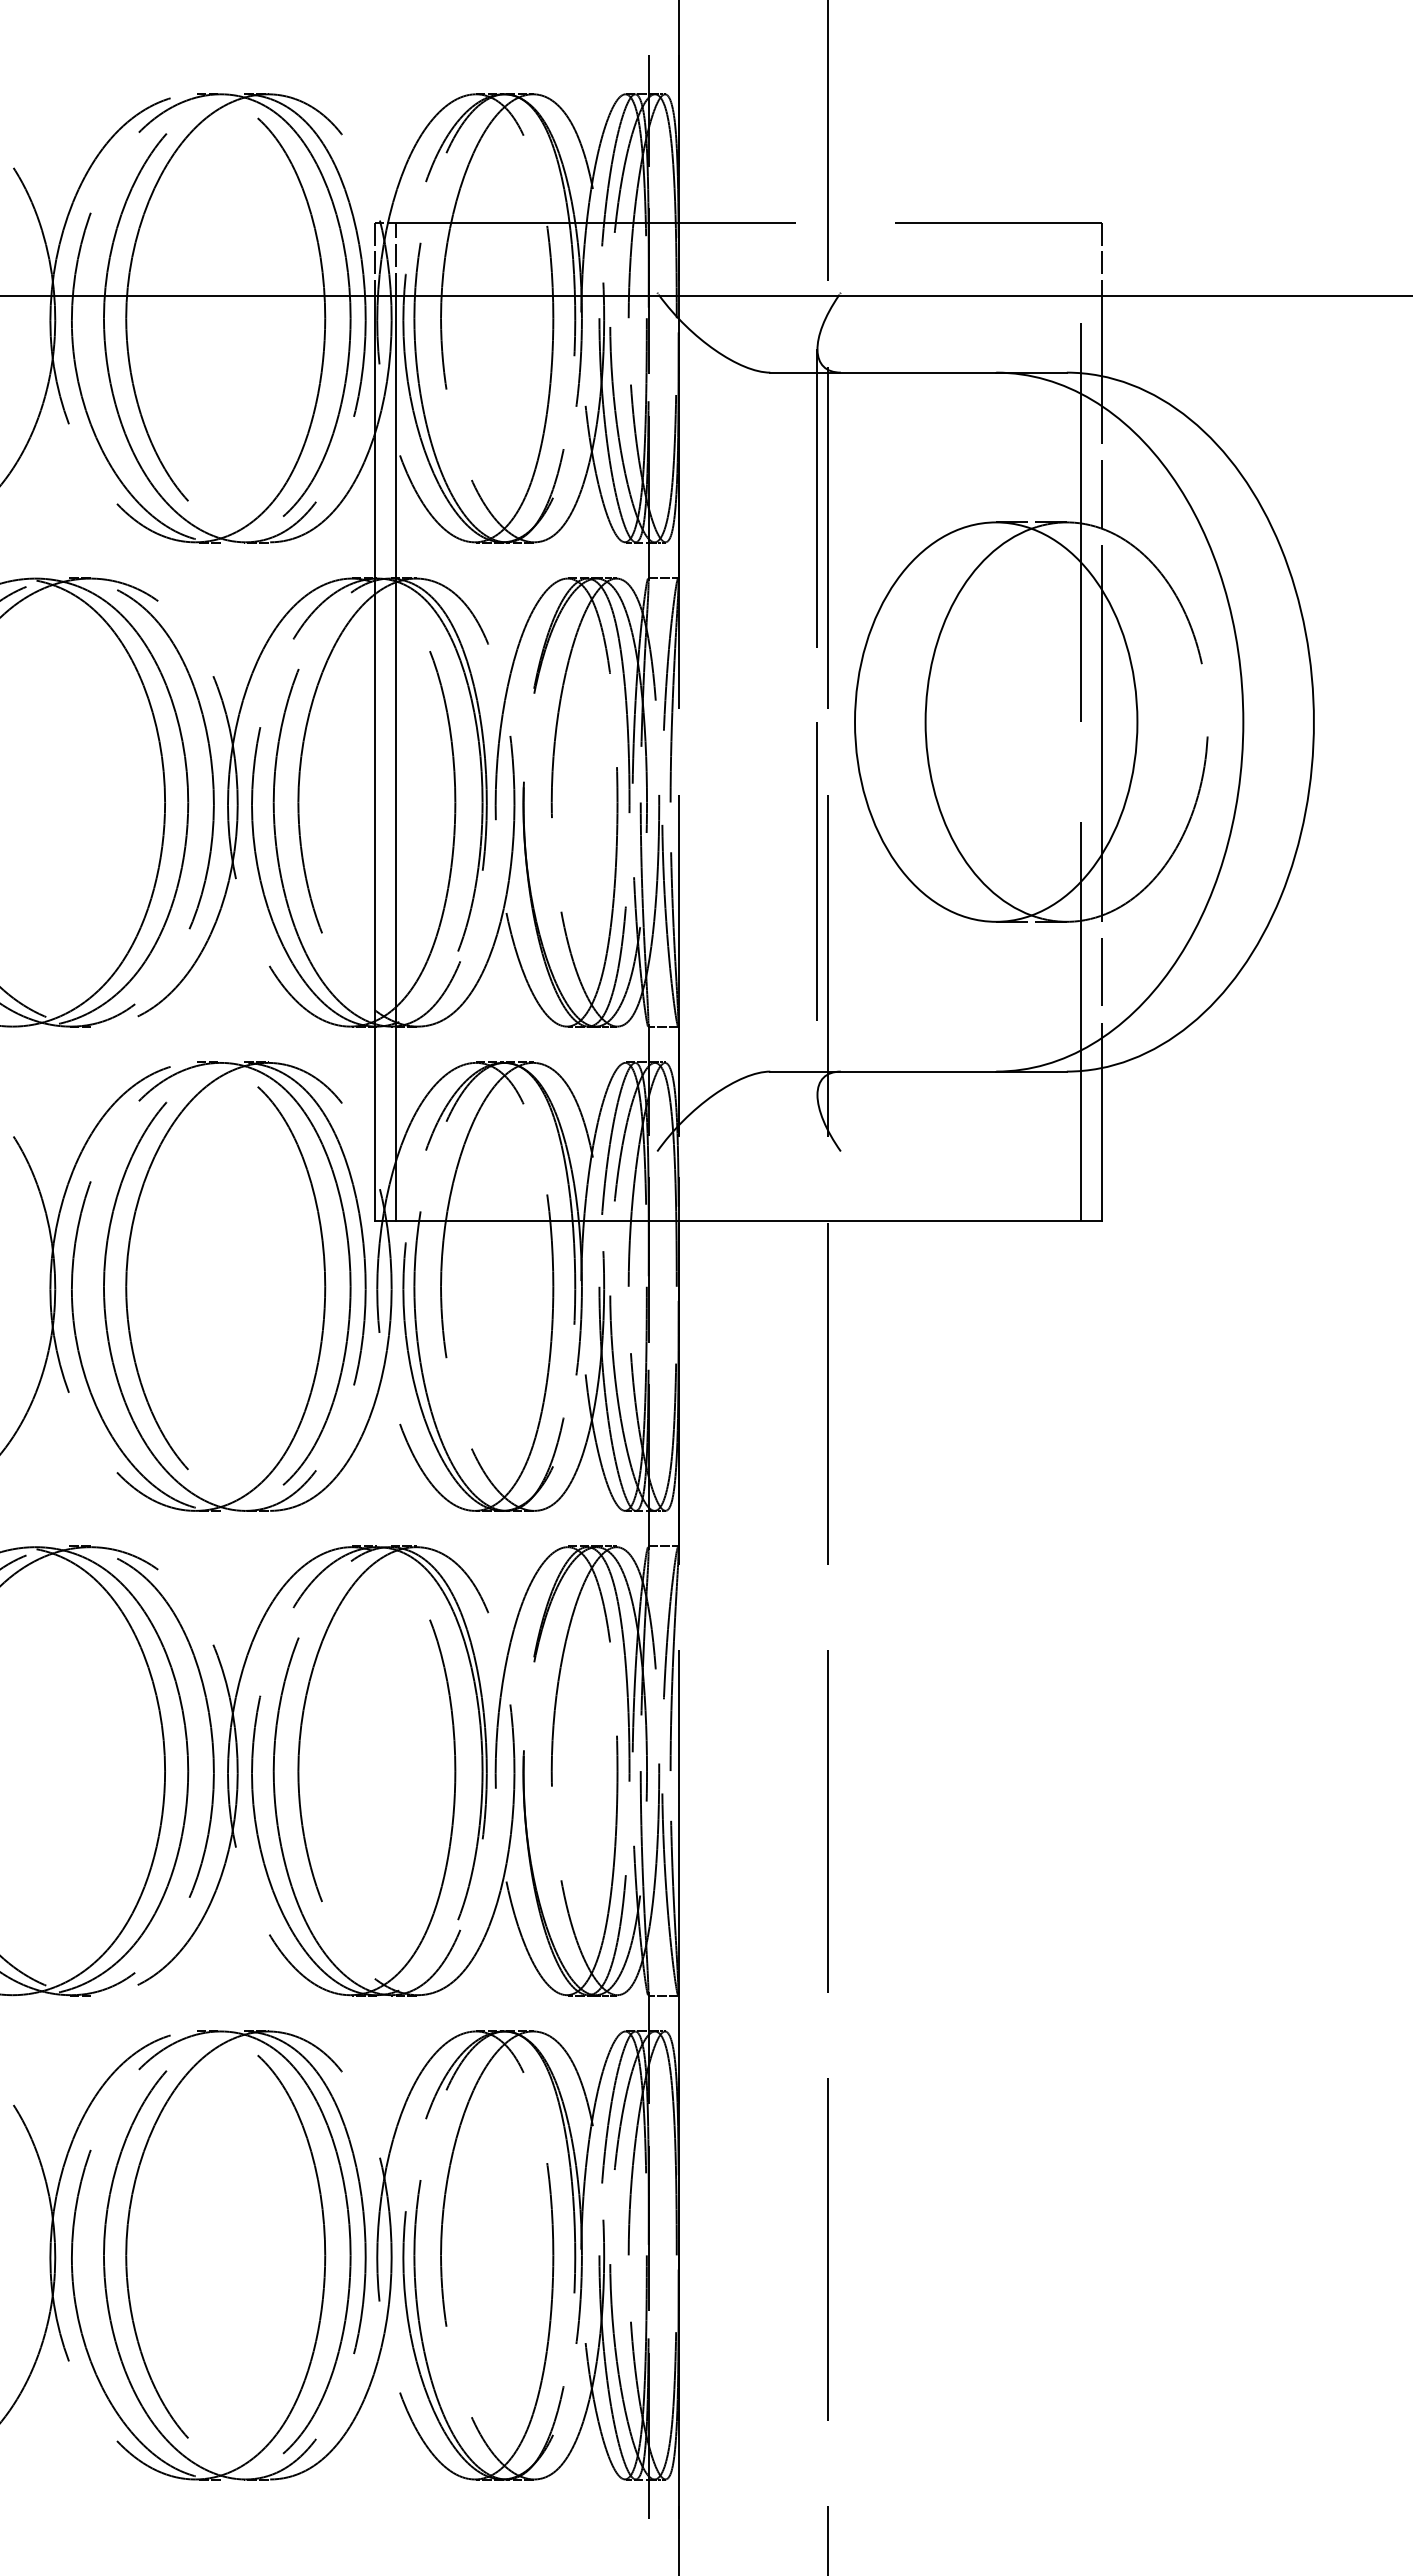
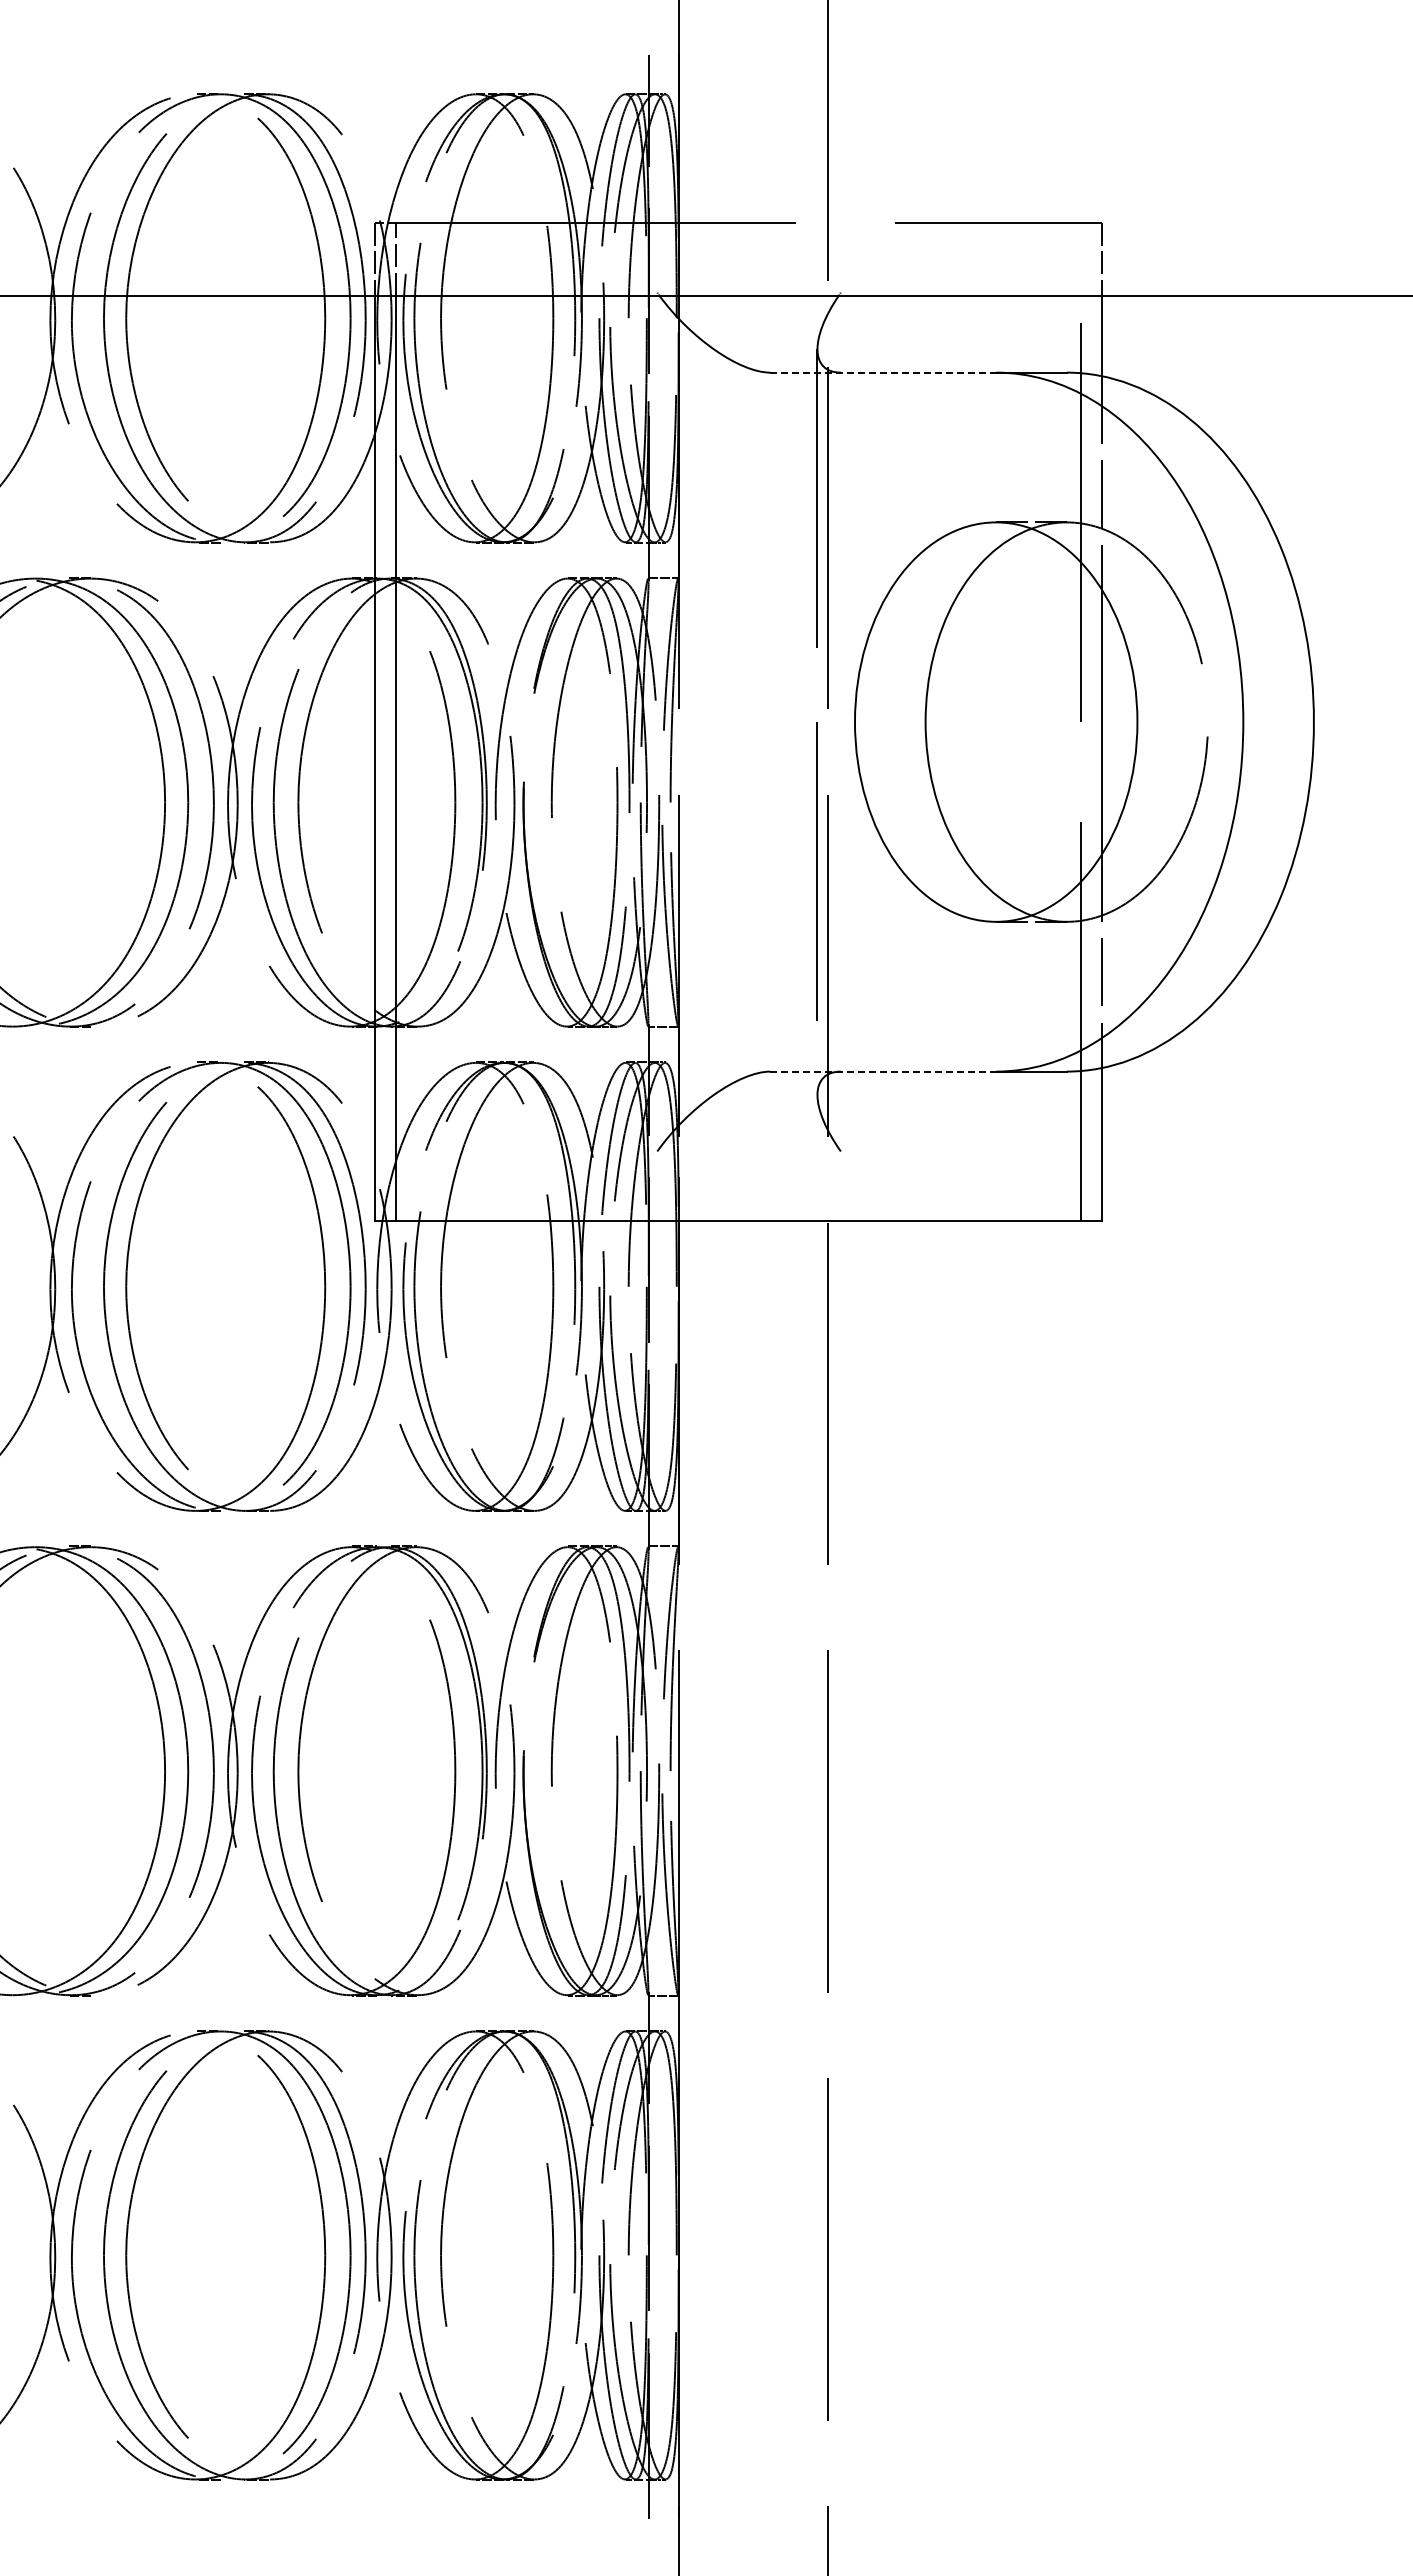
line at (883, 372): solid -> dashed
line at (883, 1071): solid -> dashed
